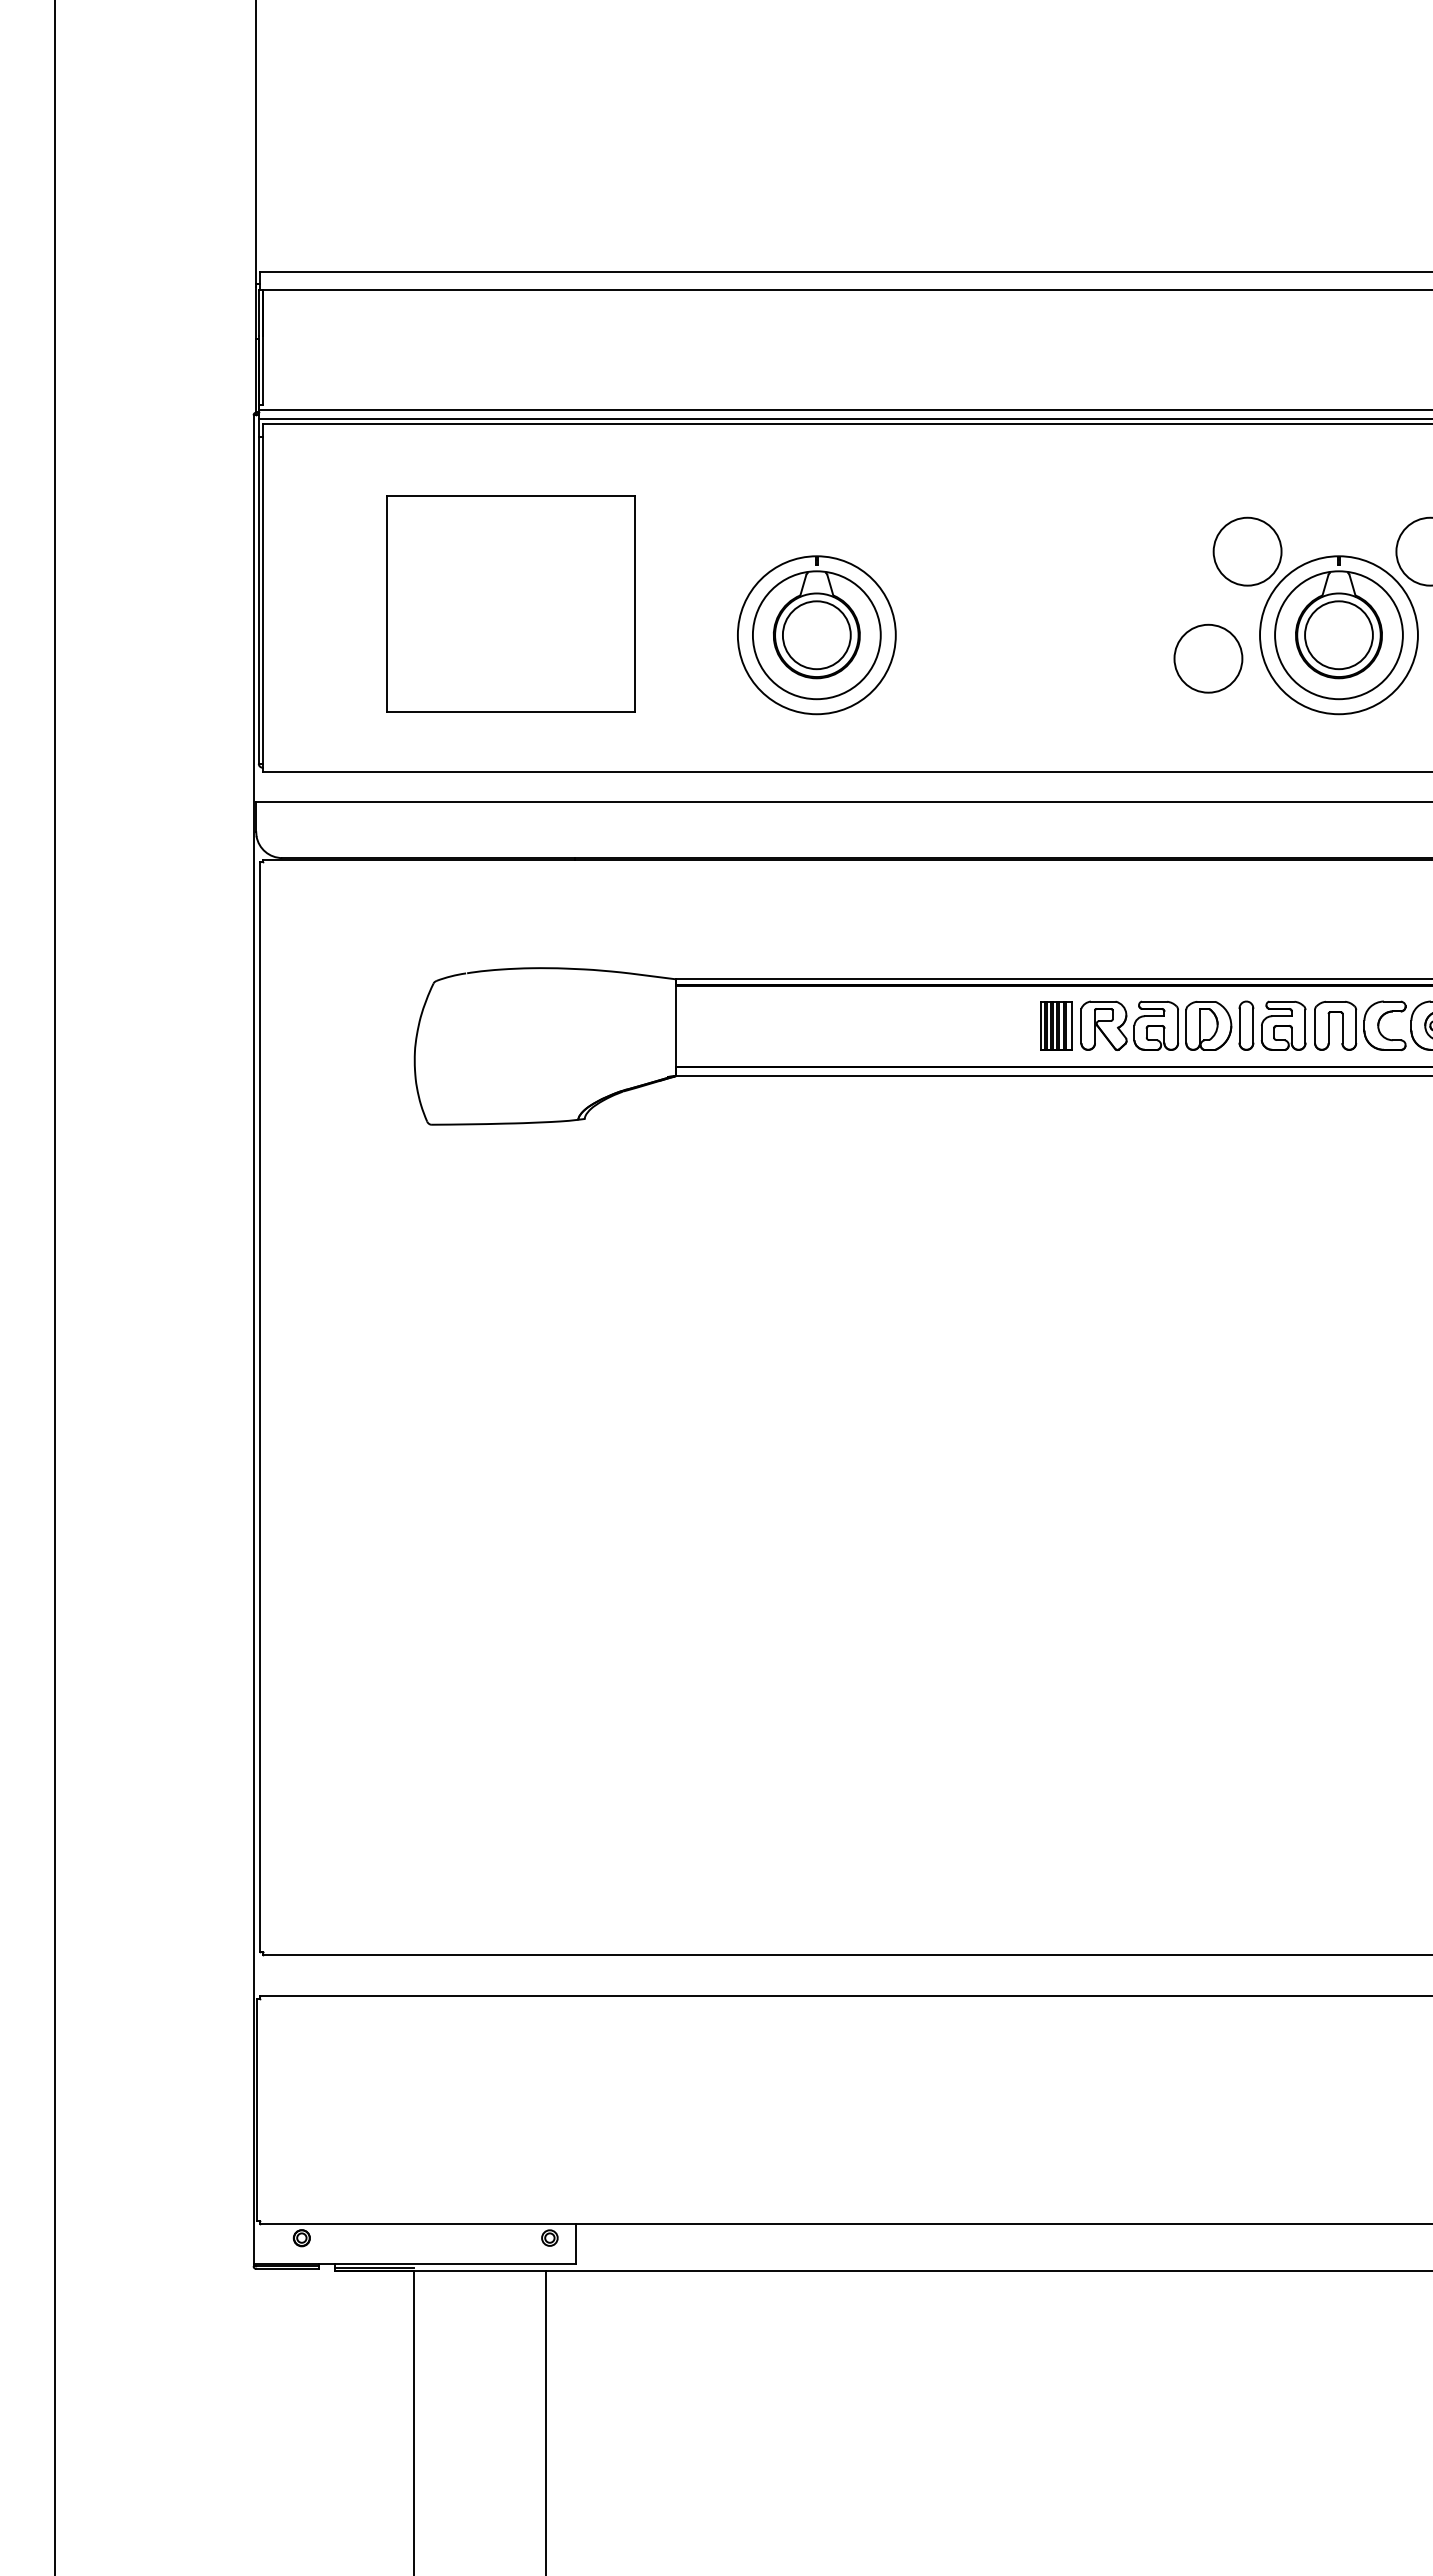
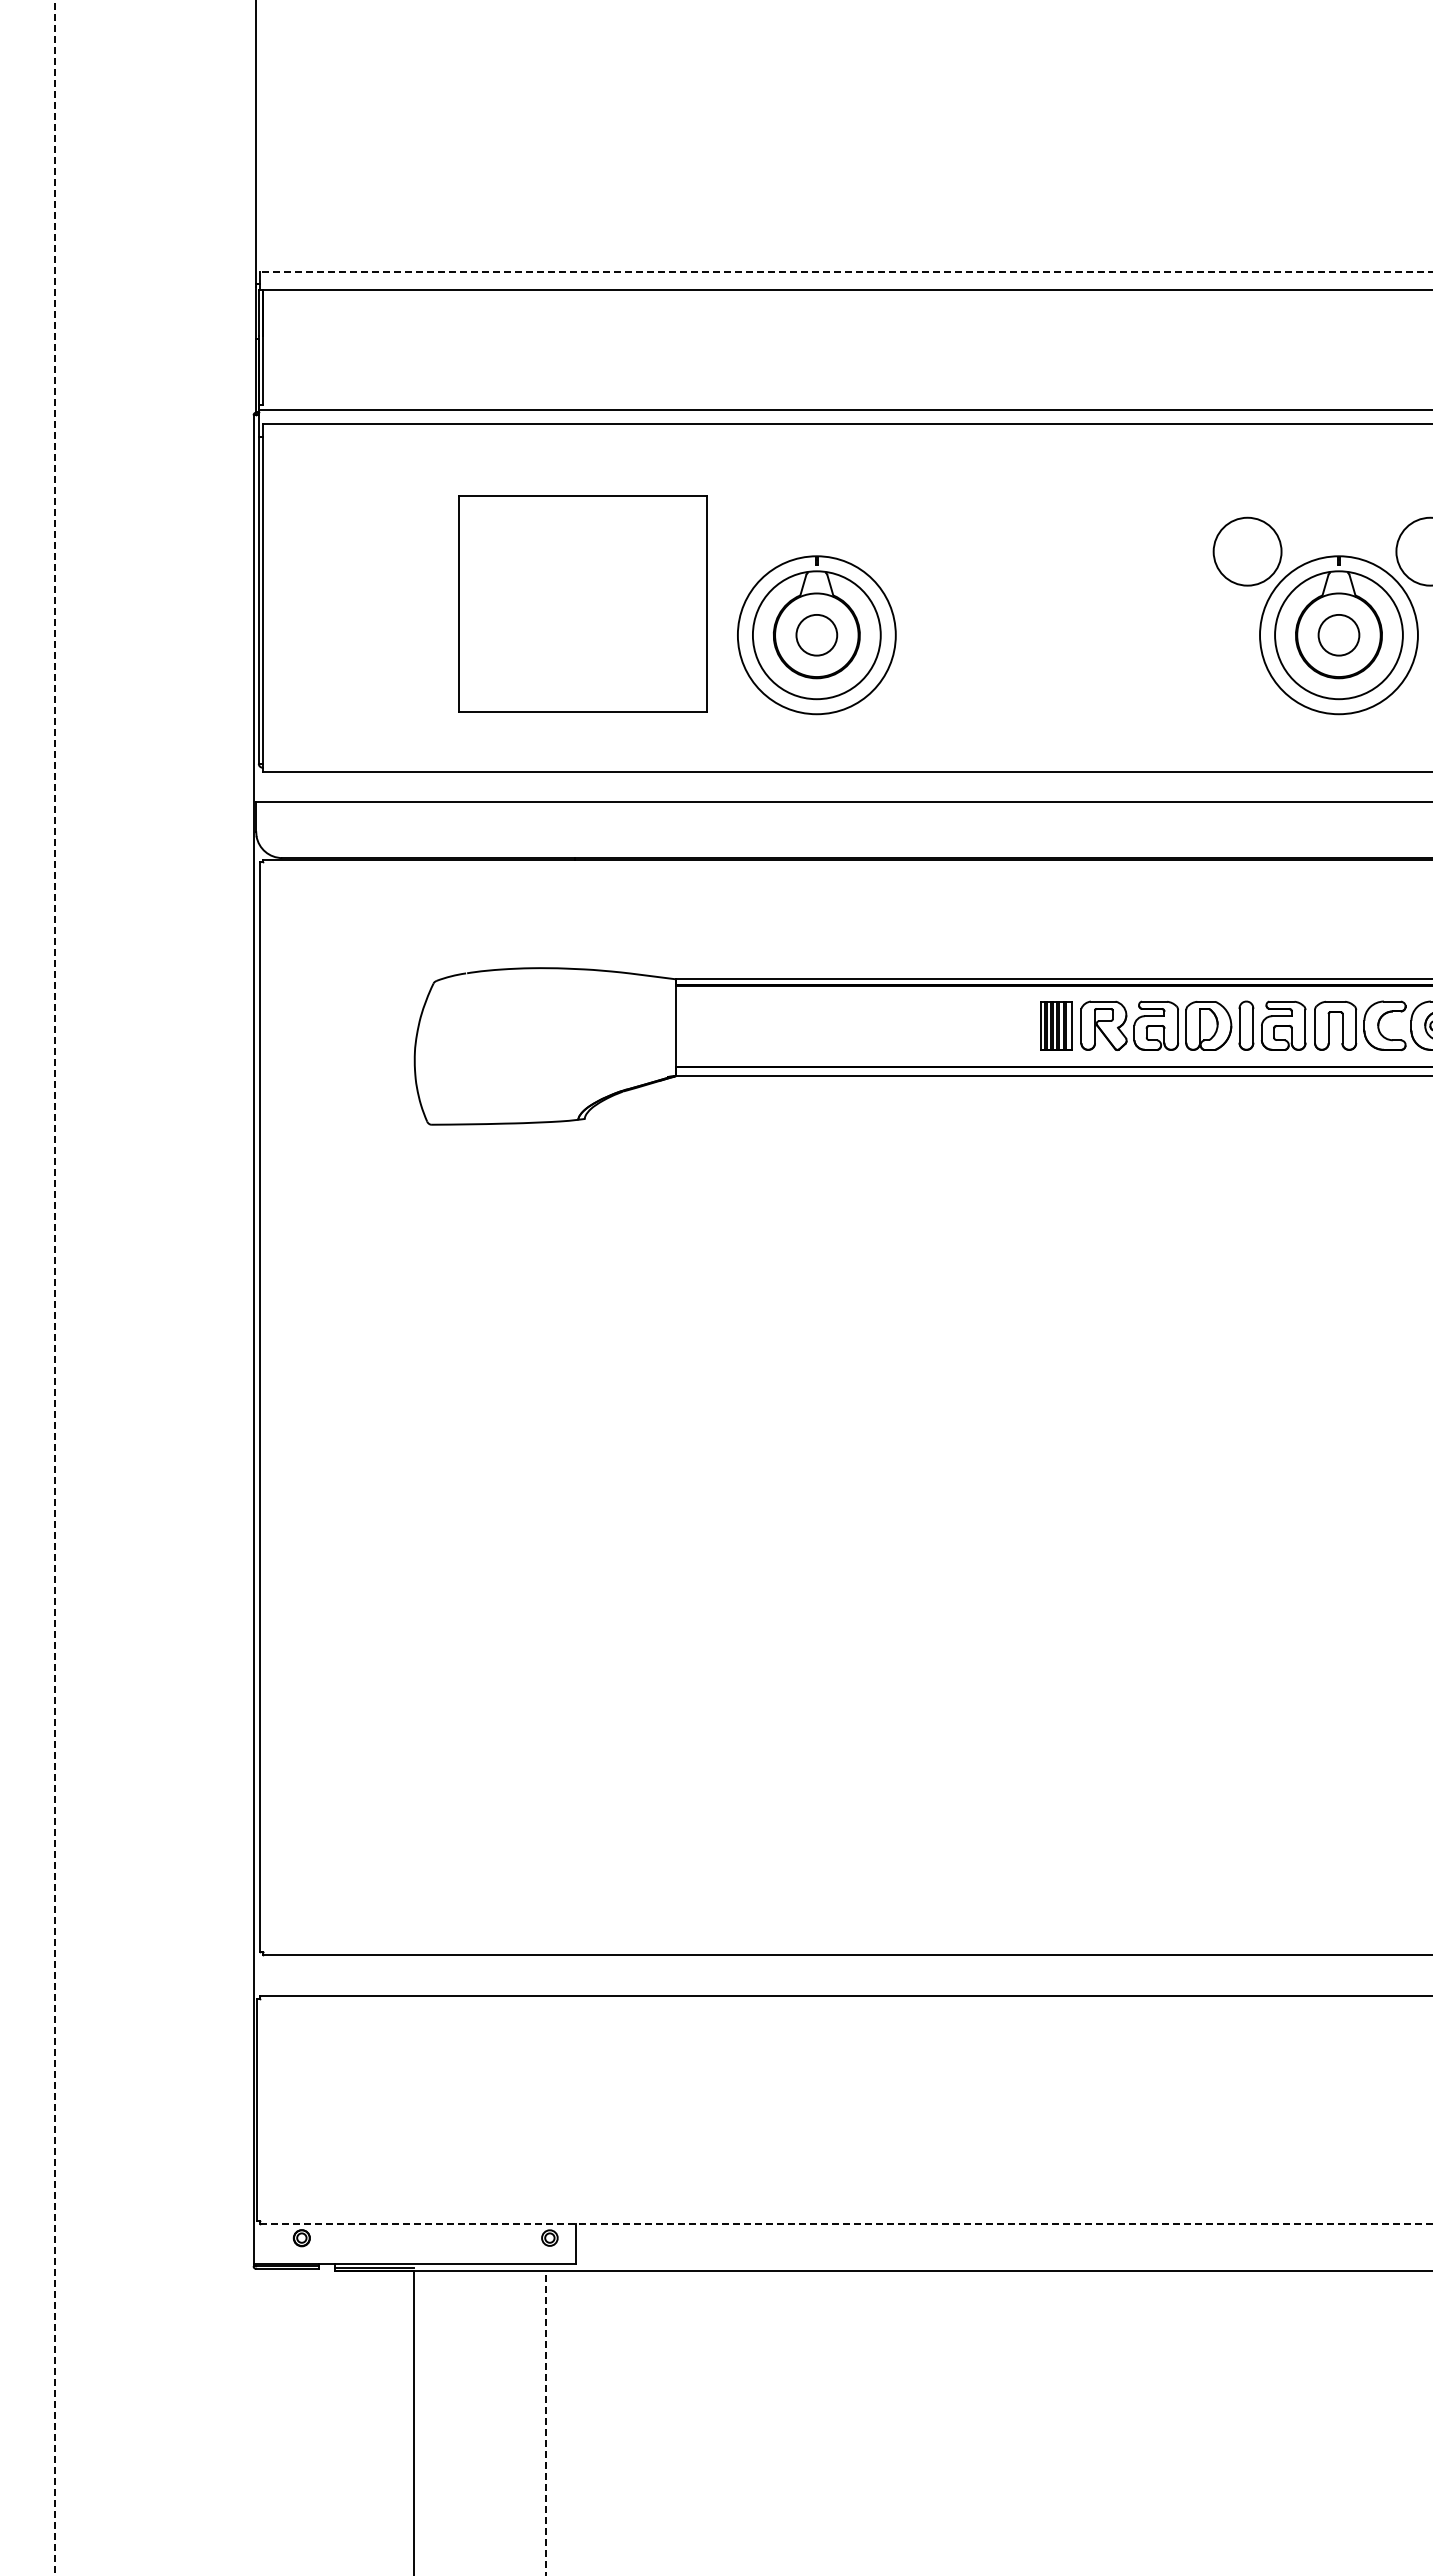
line at (845, 271): solid -> dashed
line at (843, 419): present -> none
part at (510, 603) position: (510, 603) -> (582, 603)
circle at (816, 635) diameter: 68 px -> 41 px
circle at (1338, 635) diameter: 68 px -> 41 px
circle at (1208, 658): present -> none
line at (54, 1288): solid -> dashed
line at (846, 2224): solid -> dashed
line at (546, 2423): solid -> dashed
